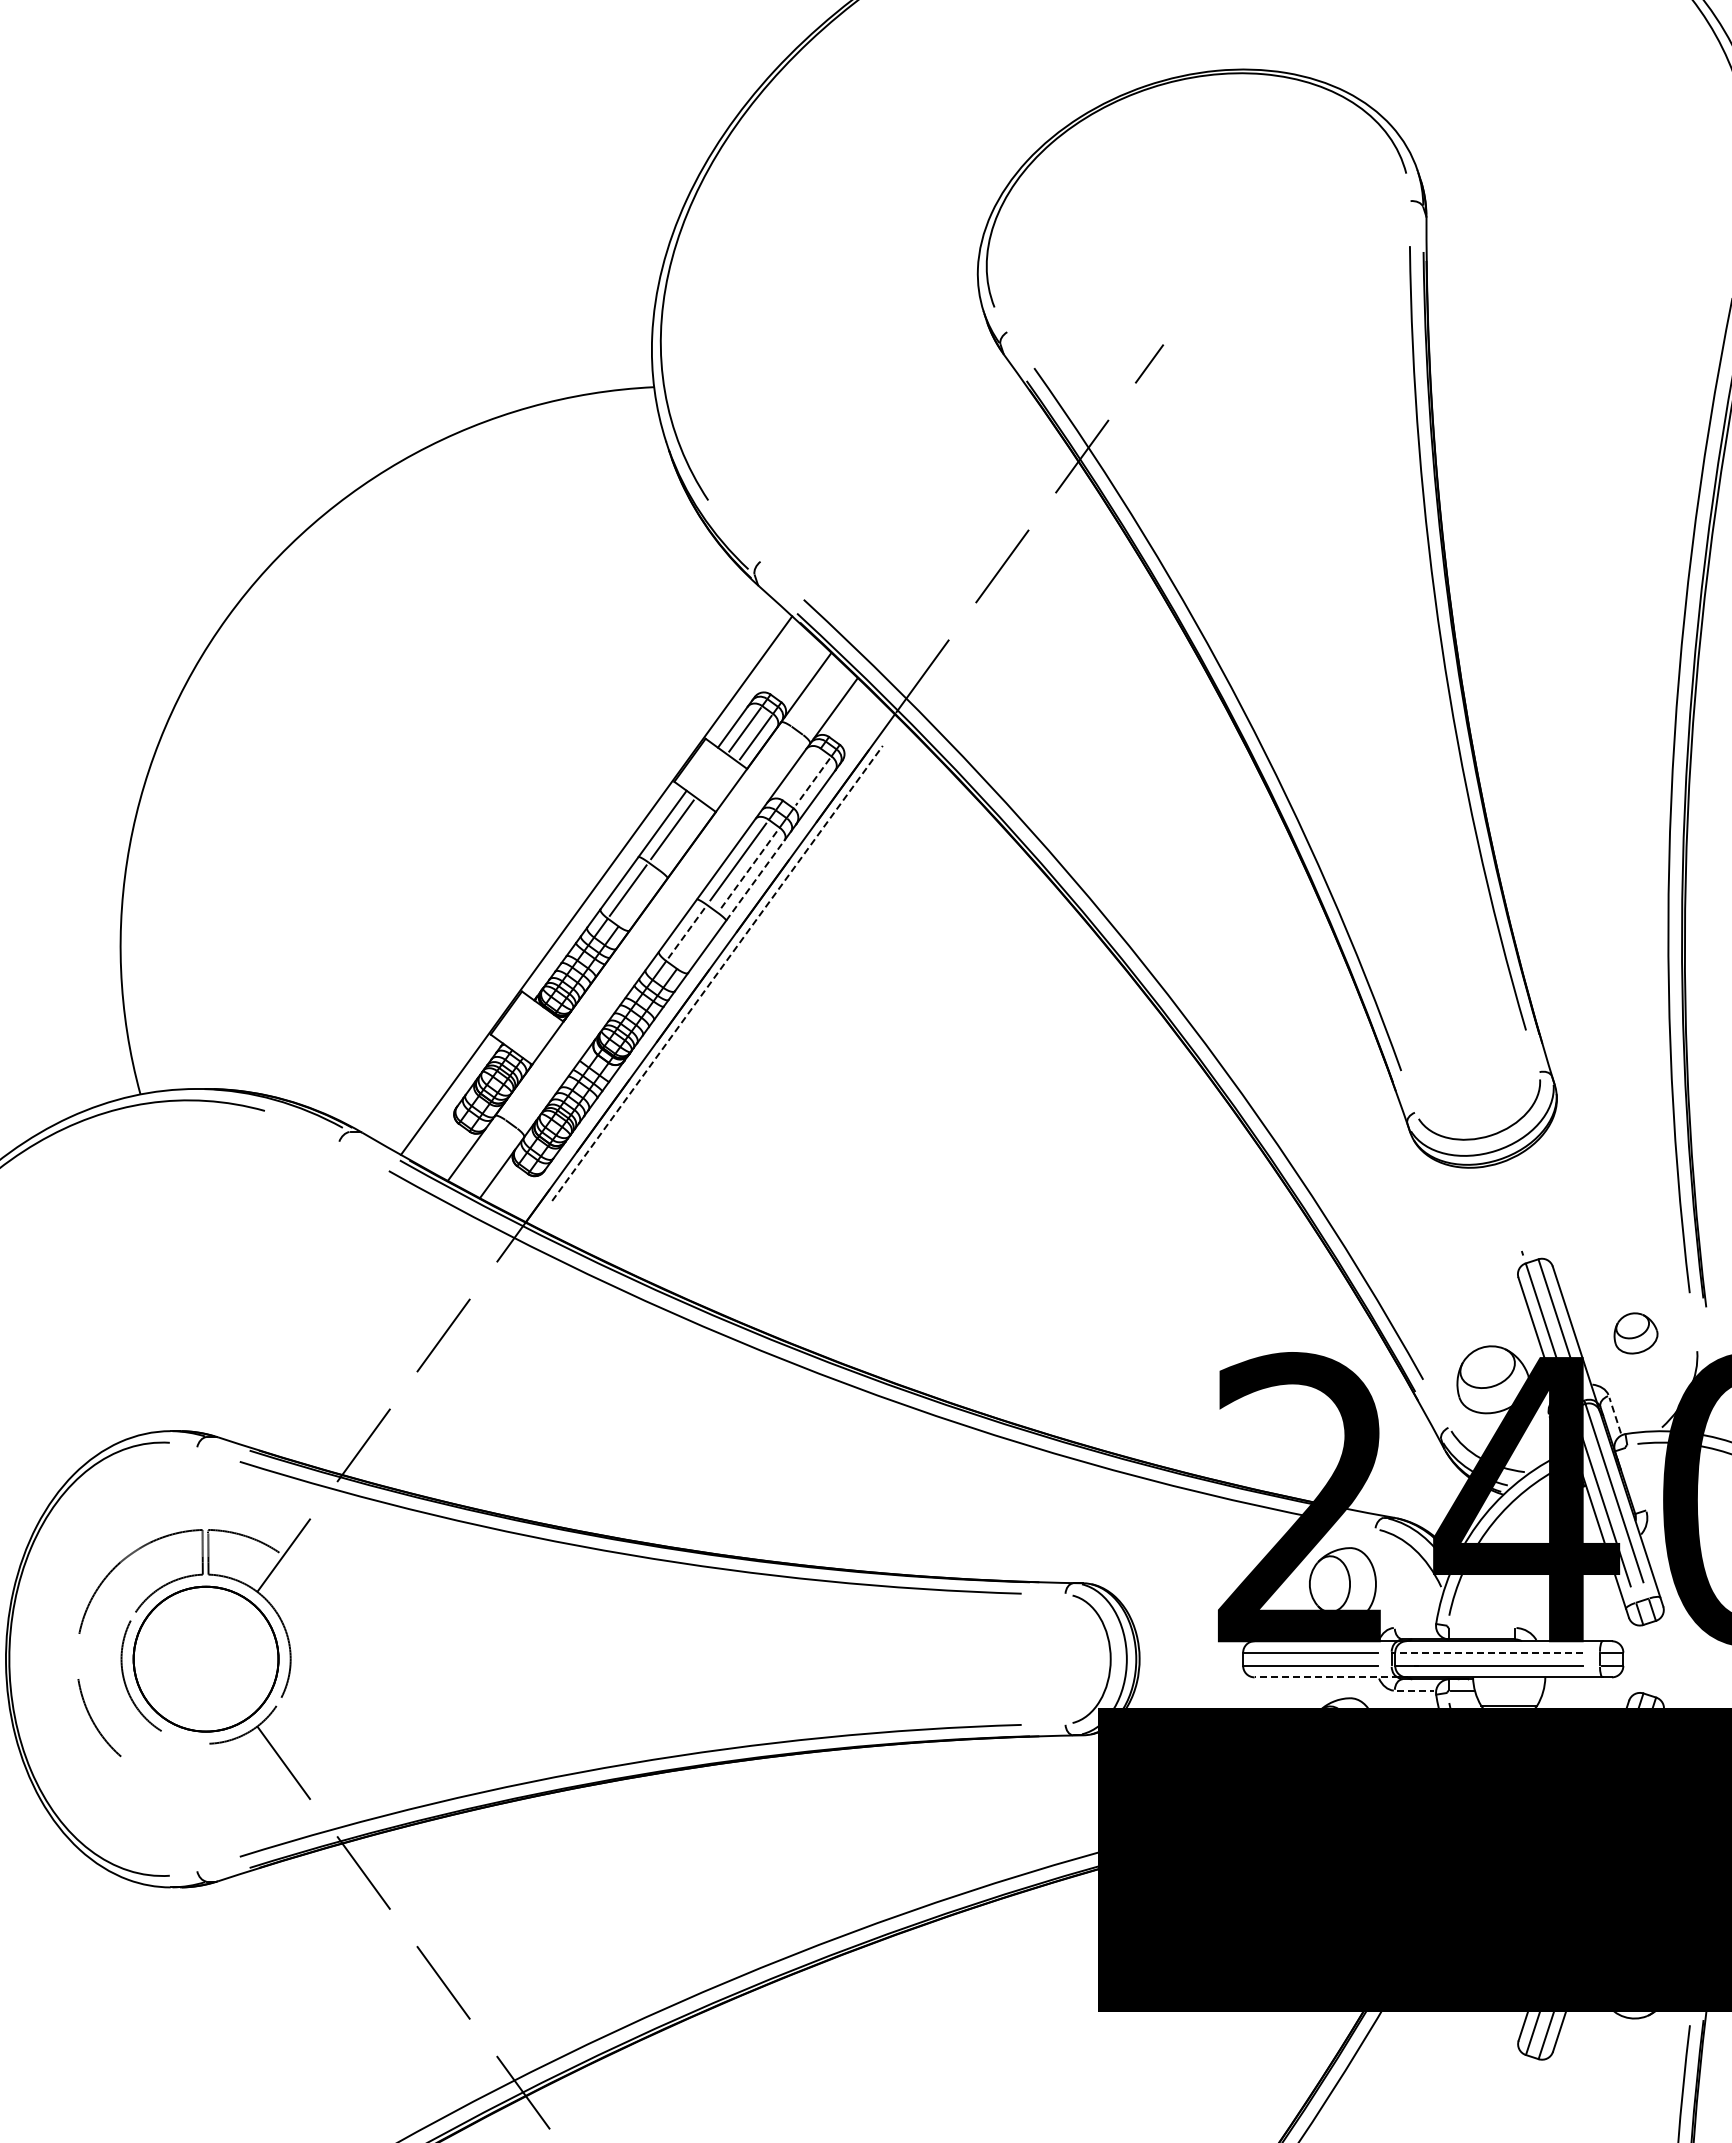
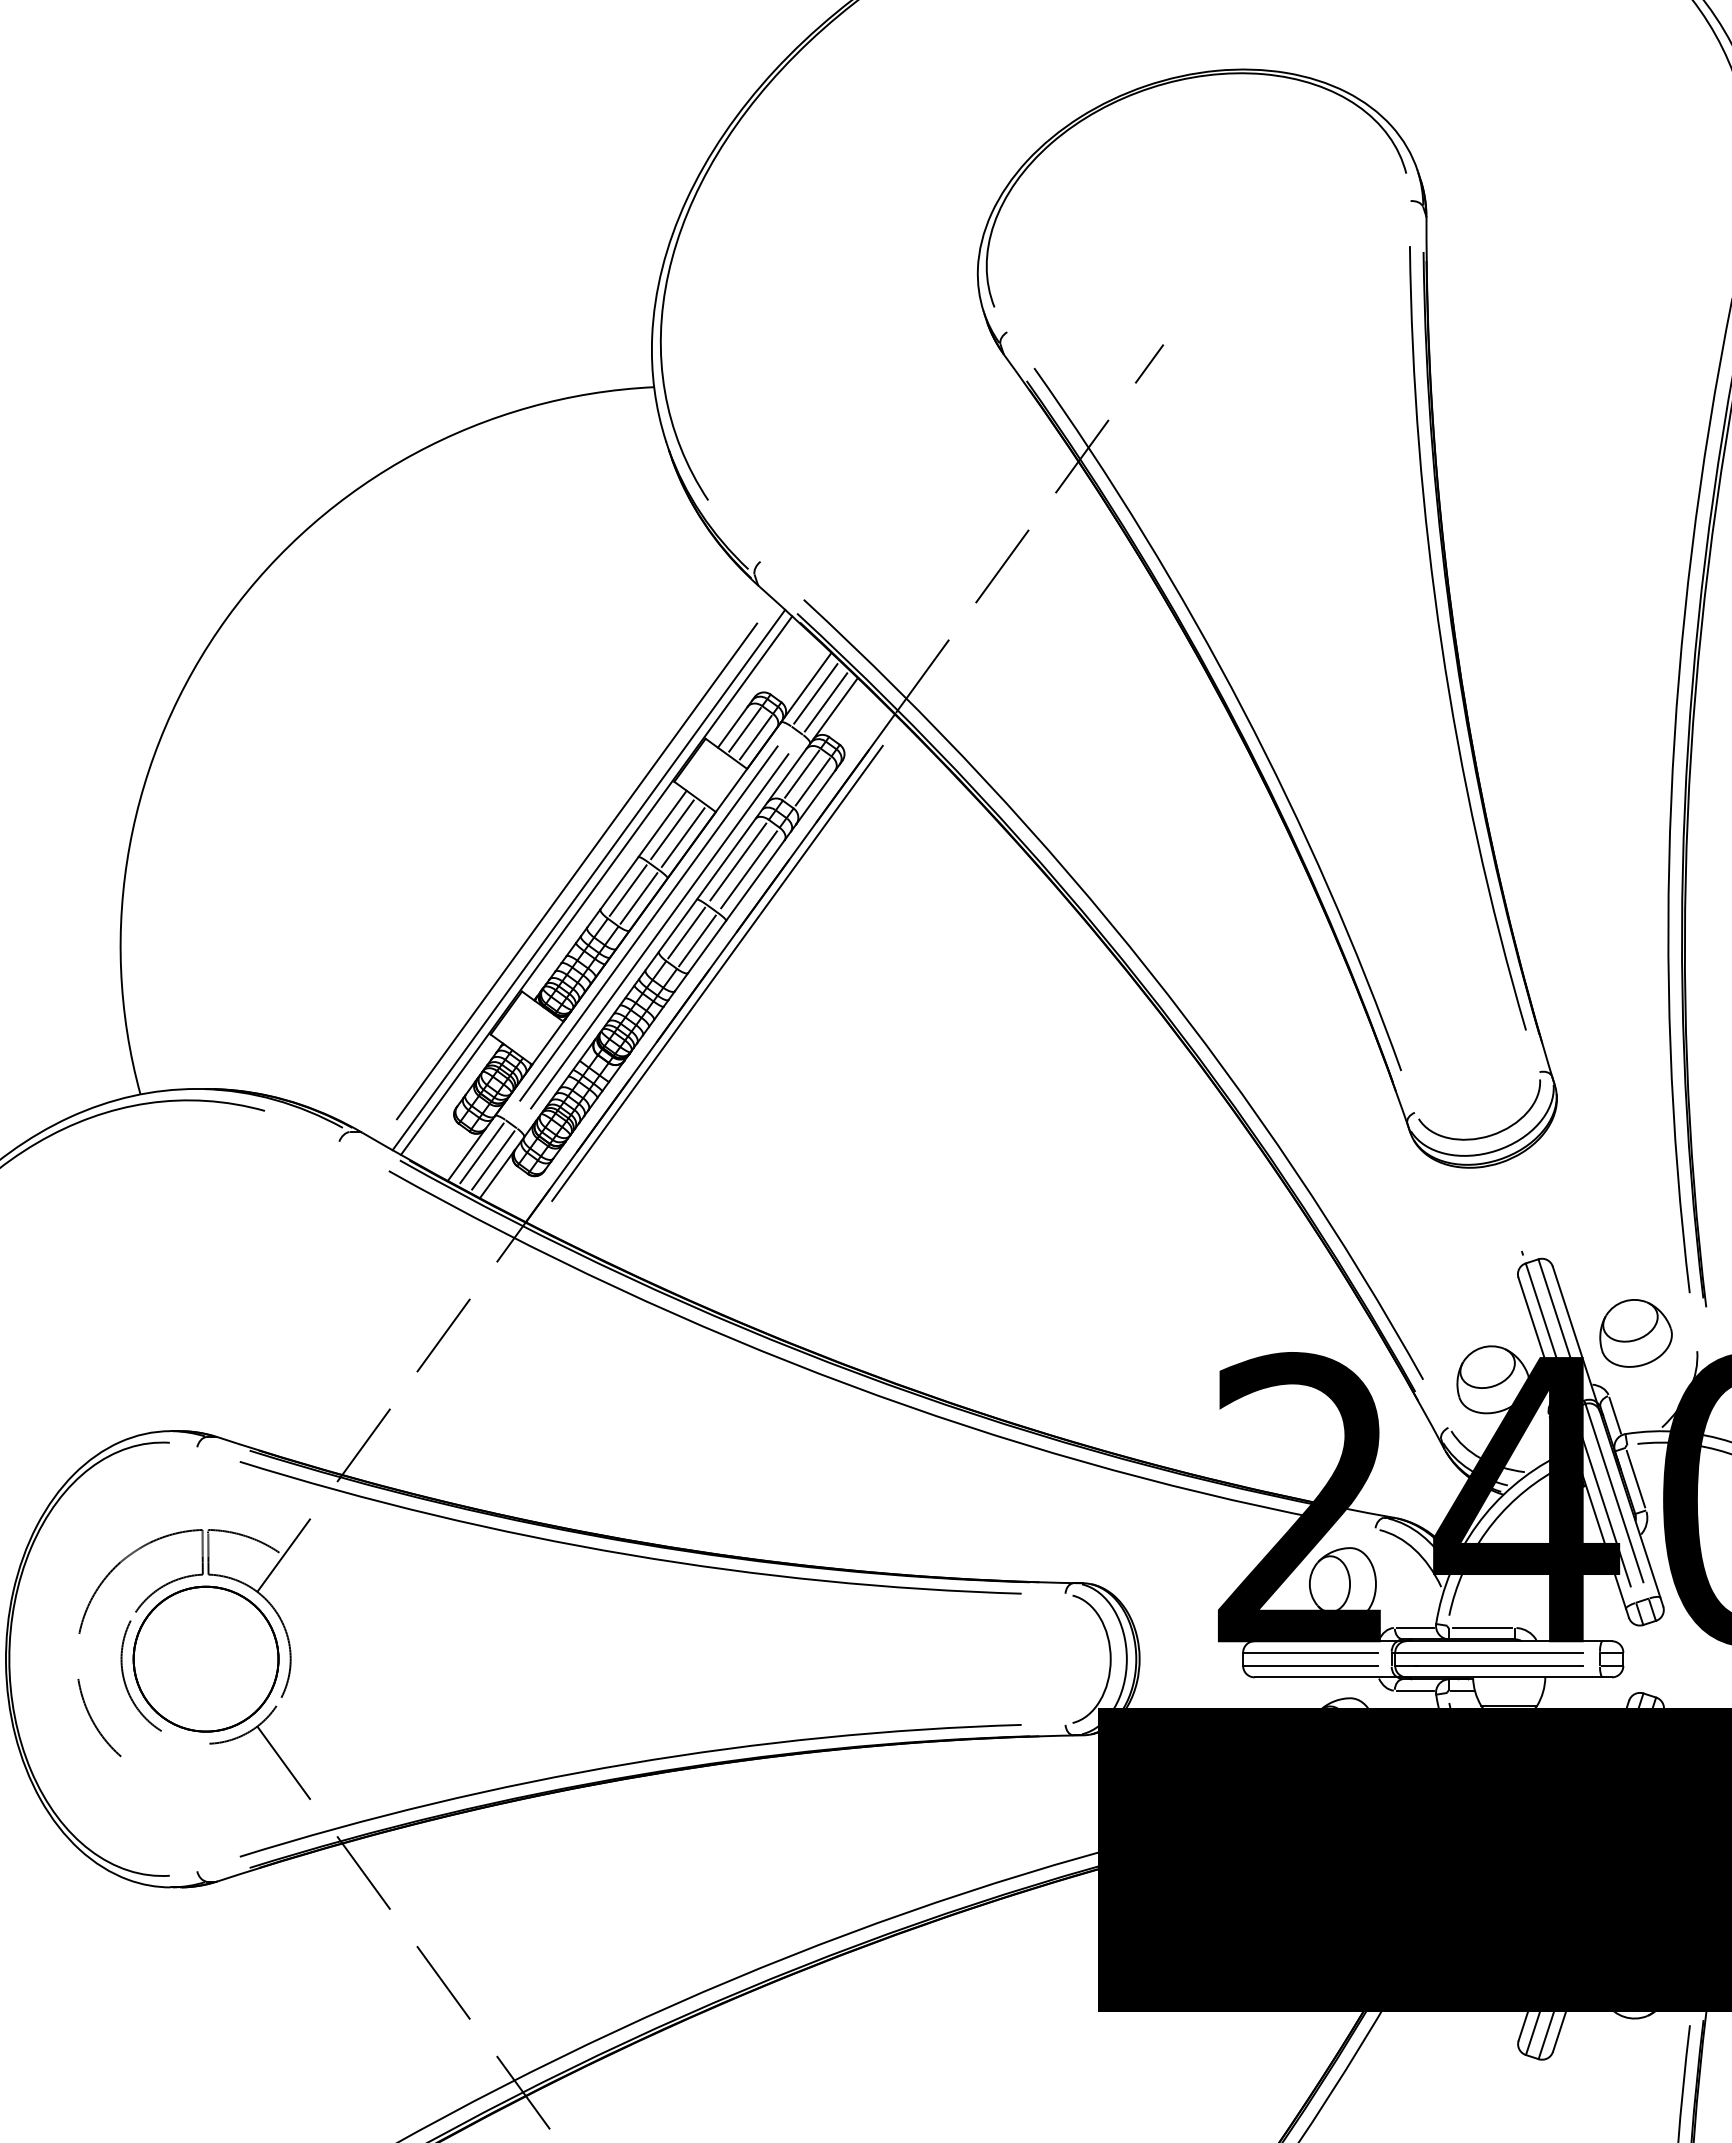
line at (815, 693): none -> present
line at (825, 702): none -> present
line at (802, 773): none -> present
line at (812, 782): dashed -> solid
line at (682, 837): none -> present
line at (748, 870): dashed -> solid
line at (576, 871): none -> present
line at (588, 879): none -> present
line at (755, 880): dashed -> solid
line at (638, 898): none -> present
line at (648, 923): none -> present
line at (659, 931): none -> present
line at (686, 932): dashed -> solid
line at (697, 940): none -> present
line at (717, 973): dashed -> solid
line at (481, 1153): none -> present
line at (493, 1160): none -> present
part at (1635, 1333) size: 46x43 px -> 74x69 px
line at (1615, 1415): dashed -> solid
line at (1635, 1478): none -> present
line at (1415, 1627): none -> present
line at (1481, 1627): none -> present
line at (1488, 1652): dashed -> solid
line at (1326, 1677): dashed -> solid
line at (1415, 1690): dashed -> solid
